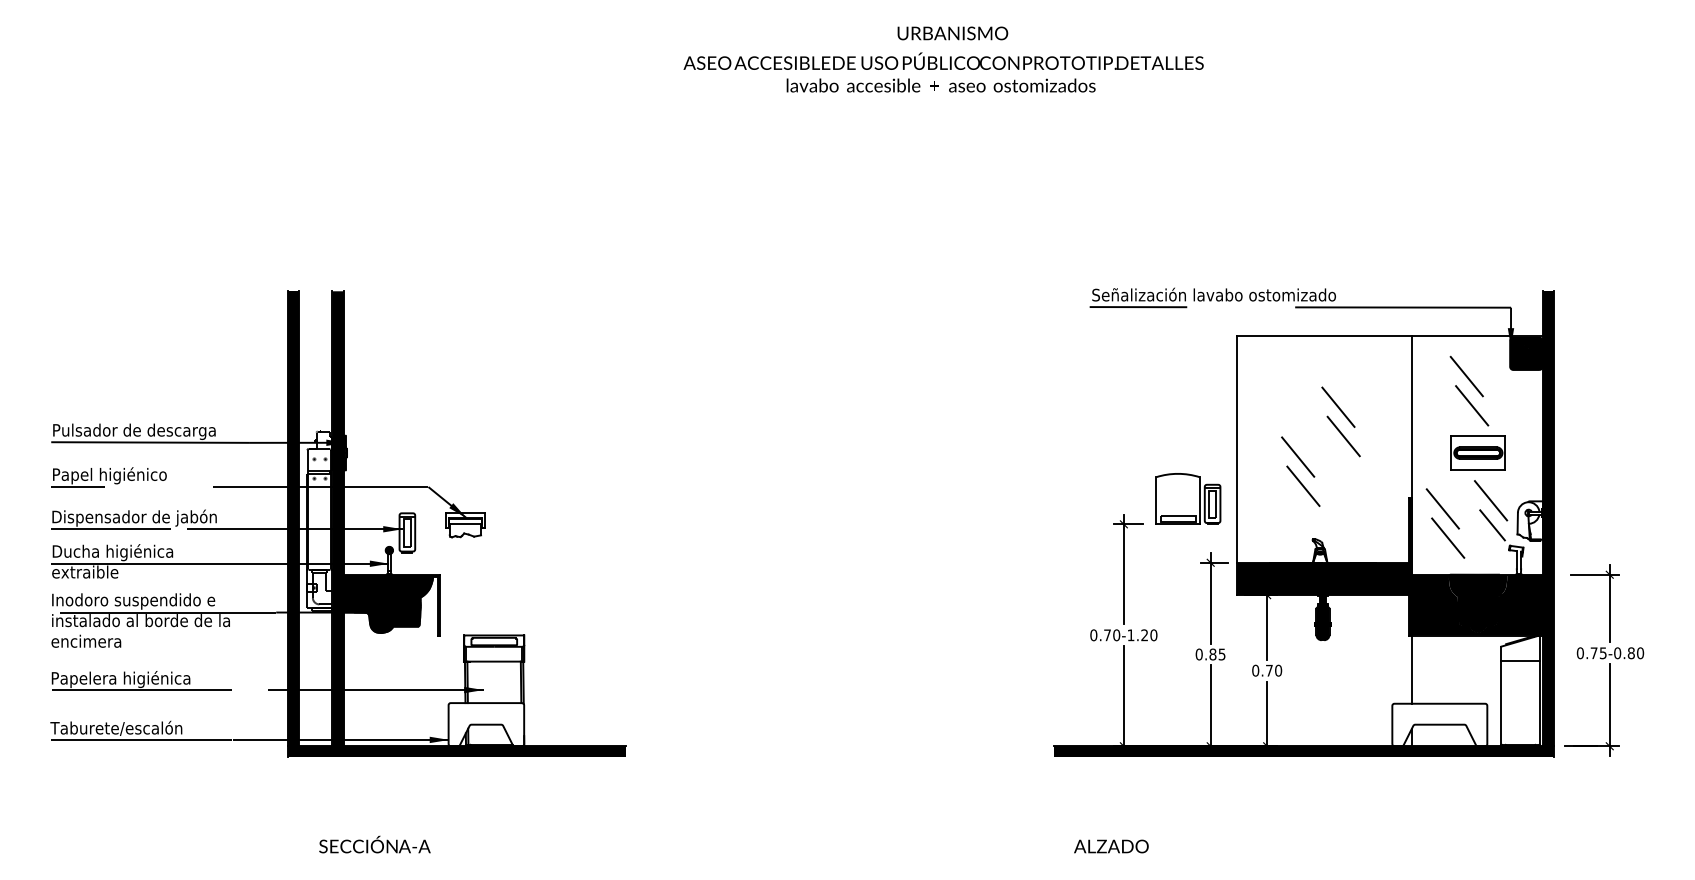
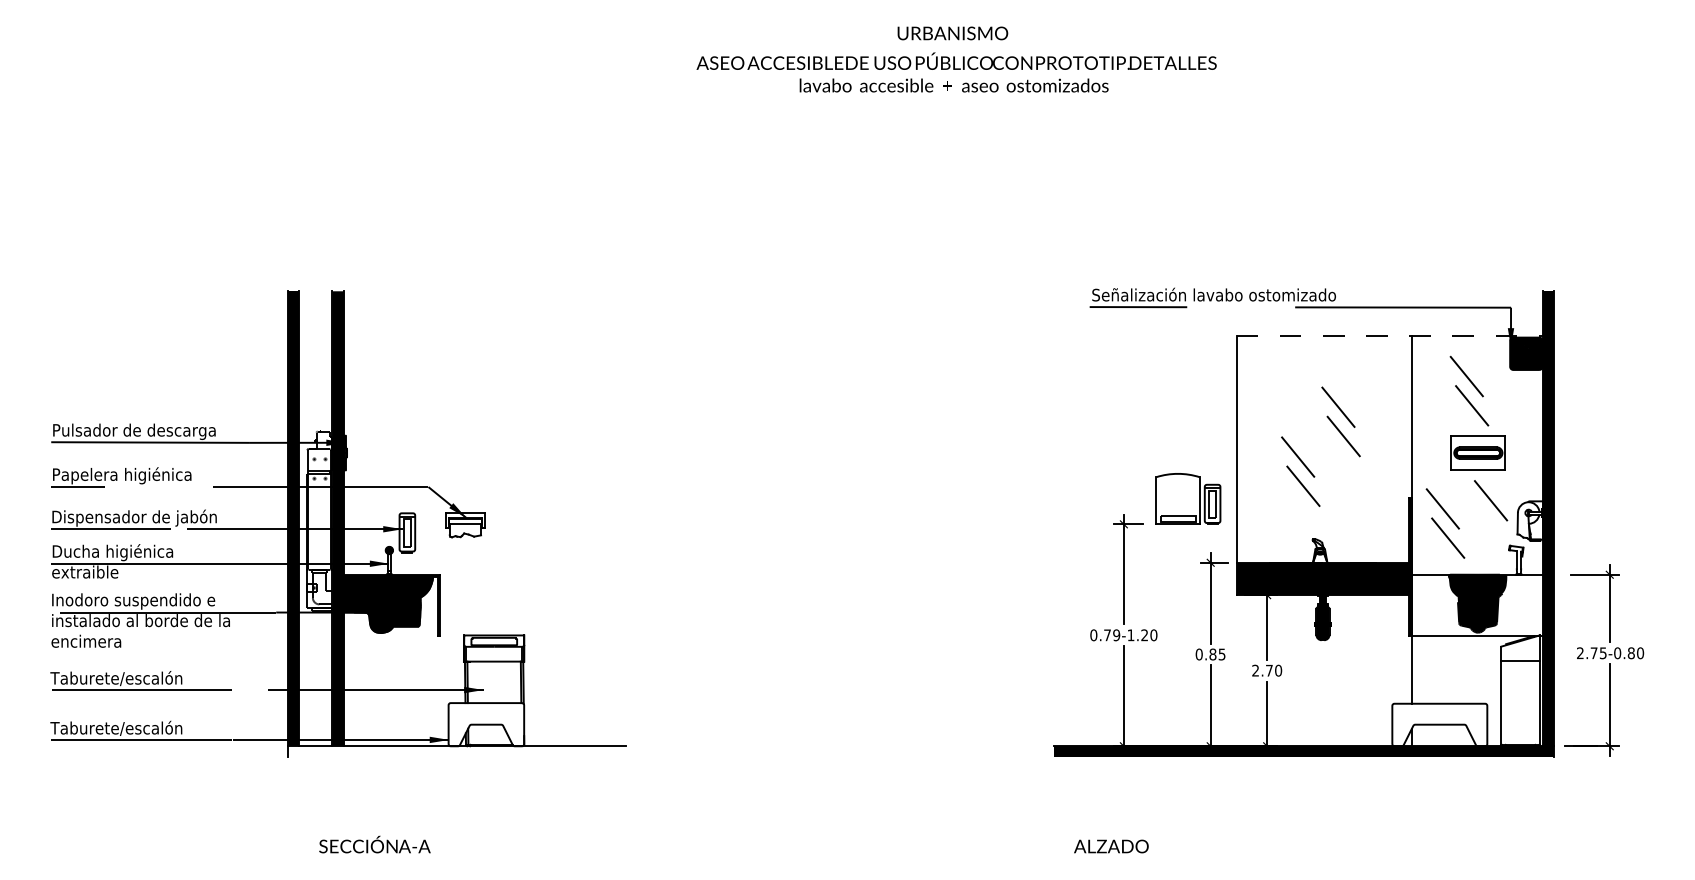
text at (943, 72) position: (943, 72) -> (956, 72)
line at (1390, 336): solid -> dashed
text at (142, 475): Papel higiénico -> Papelera higiénica
line at (1492, 525): present -> none
fill at (1477, 604): present -> none
text at (1116, 635): 0.70-1.20 -> 0.79-1.20
text at (1579, 653): 0.75-0.80 -> 2.75-0.80
text at (1255, 670): 0.70 -> 2.70
text at (120, 679): Papelera higiénica -> Taburete/escalón
fill at (456, 751): present -> none
